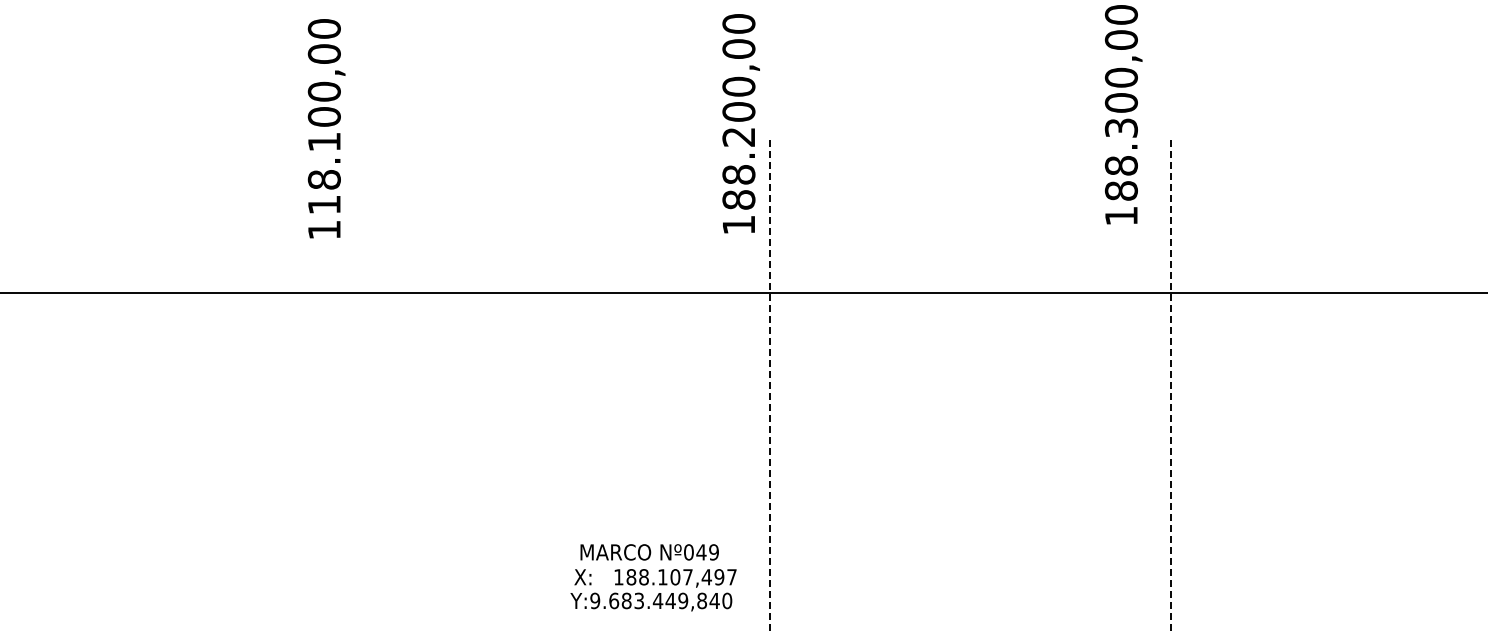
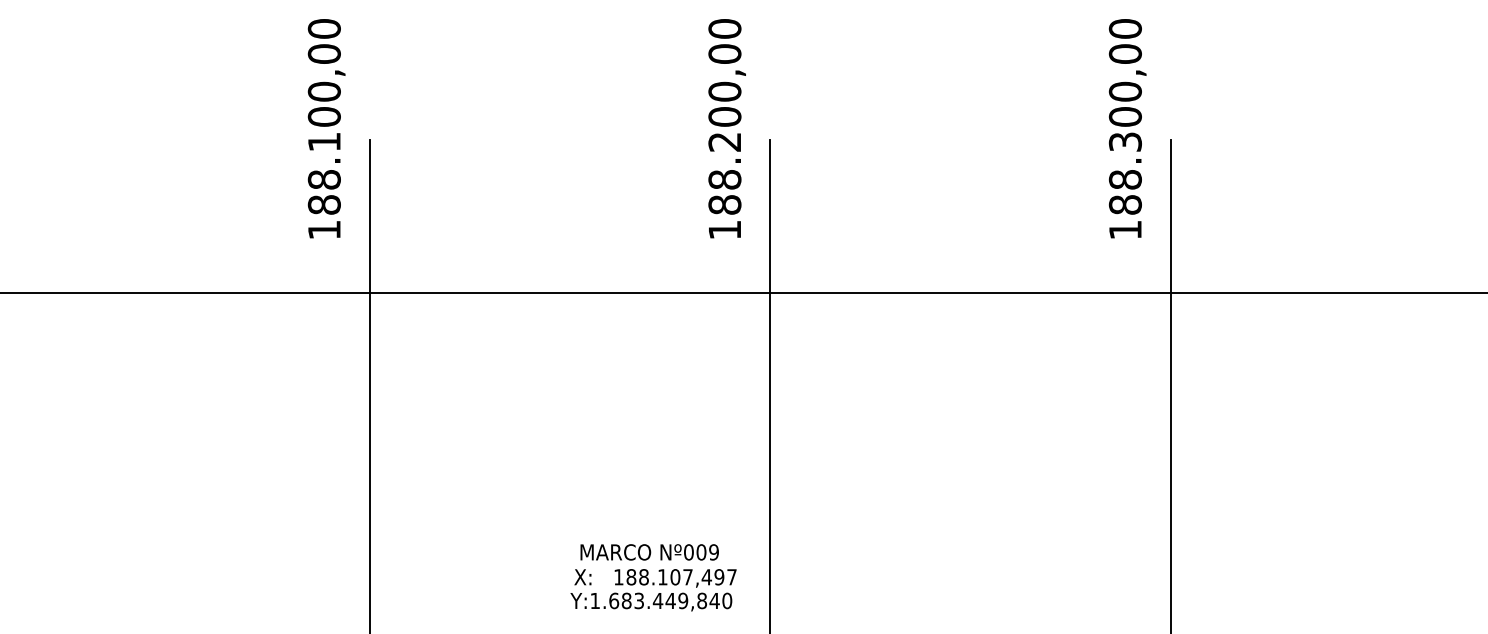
text at (1123, 114) position: (1123, 114) -> (1127, 128)
text at (740, 123) position: (740, 123) -> (726, 128)
text at (323, 204): 118.100,00 -> 188.100,00
line at (369, 385): none -> present
line at (770, 387): dashed -> solid
line at (1170, 387): dashed -> solid
text at (701, 552): Nº049 -> Nº009
text at (595, 600): Y:9.683.449,840 -> Y:1.683.449,840
